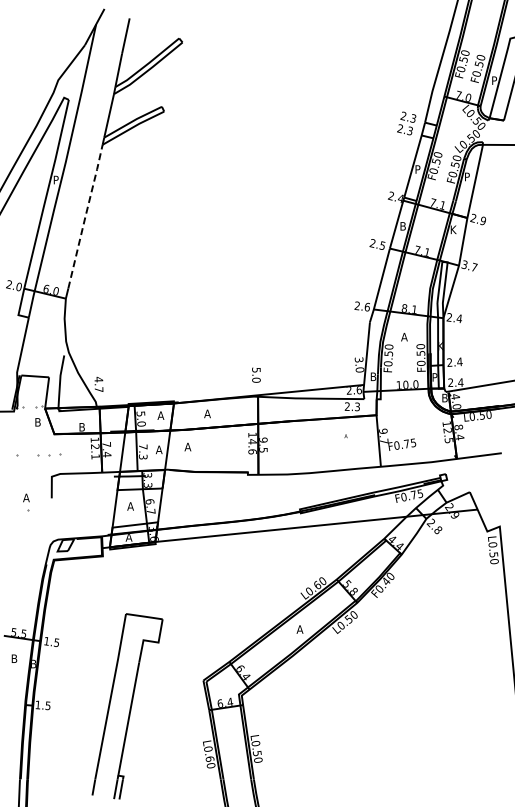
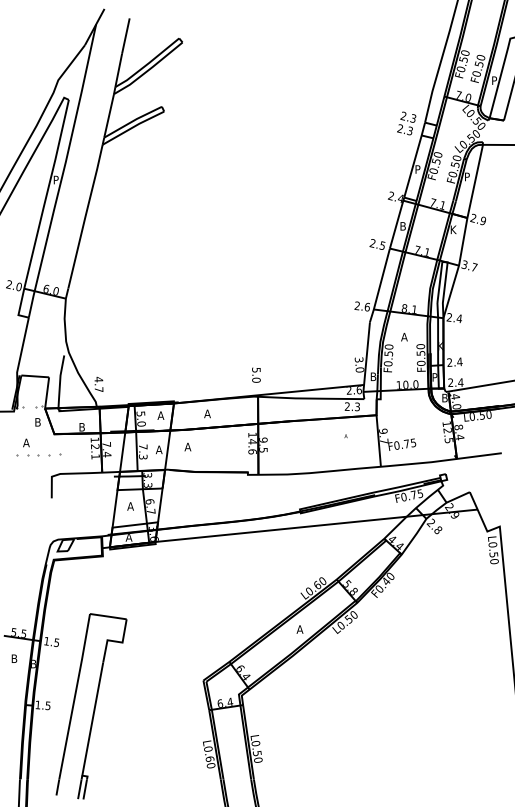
line at (85, 216): dashed -> solid
part at (26, 502) position: (26, 502) -> (26, 447)
part at (127, 706) position: (127, 706) -> (91, 706)
